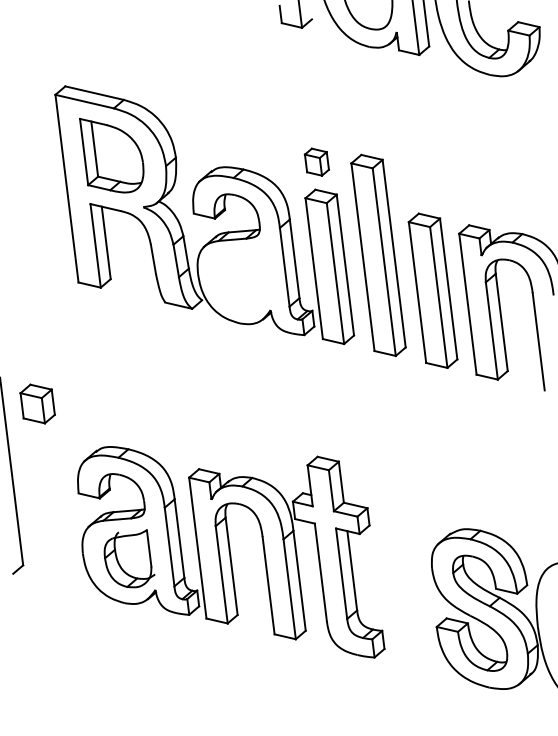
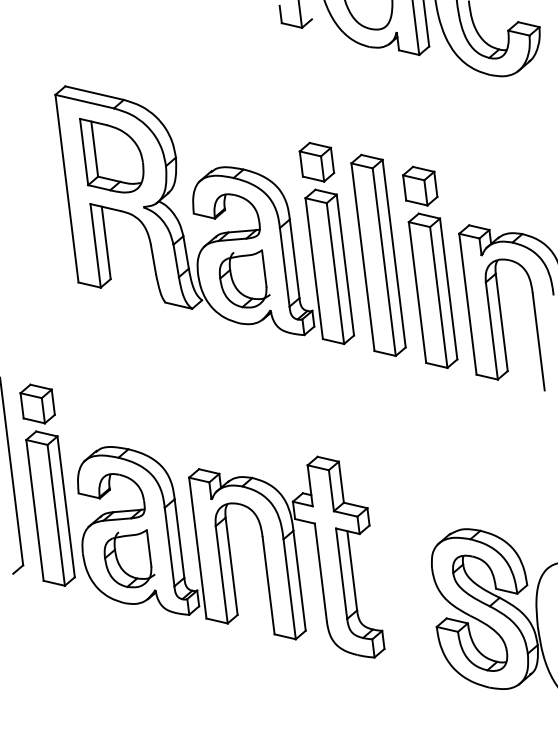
part at (316, 161) size: 27x30 px -> 38x42 px
part at (420, 185): none -> present
part at (244, 278): none -> present
part at (50, 508): none -> present
